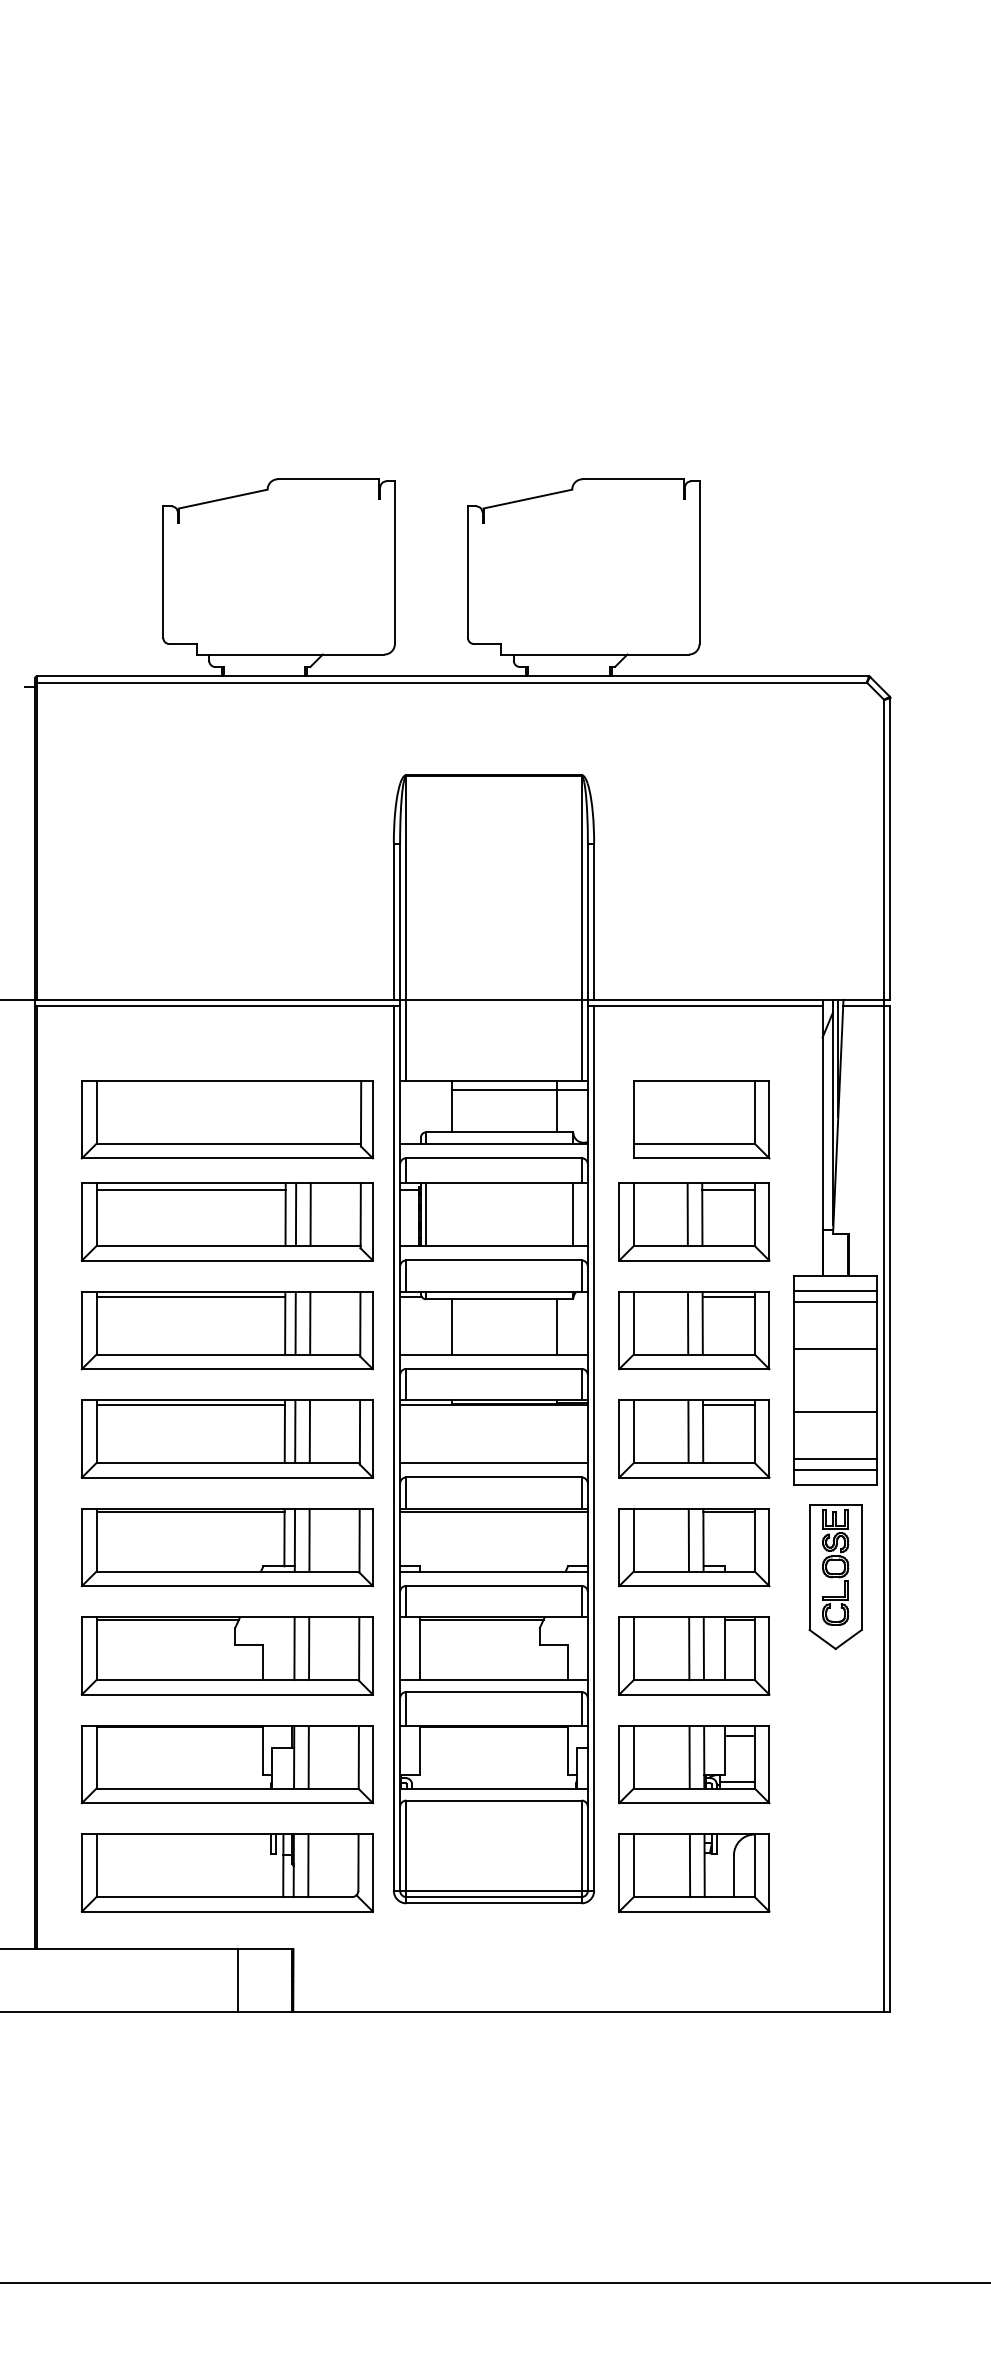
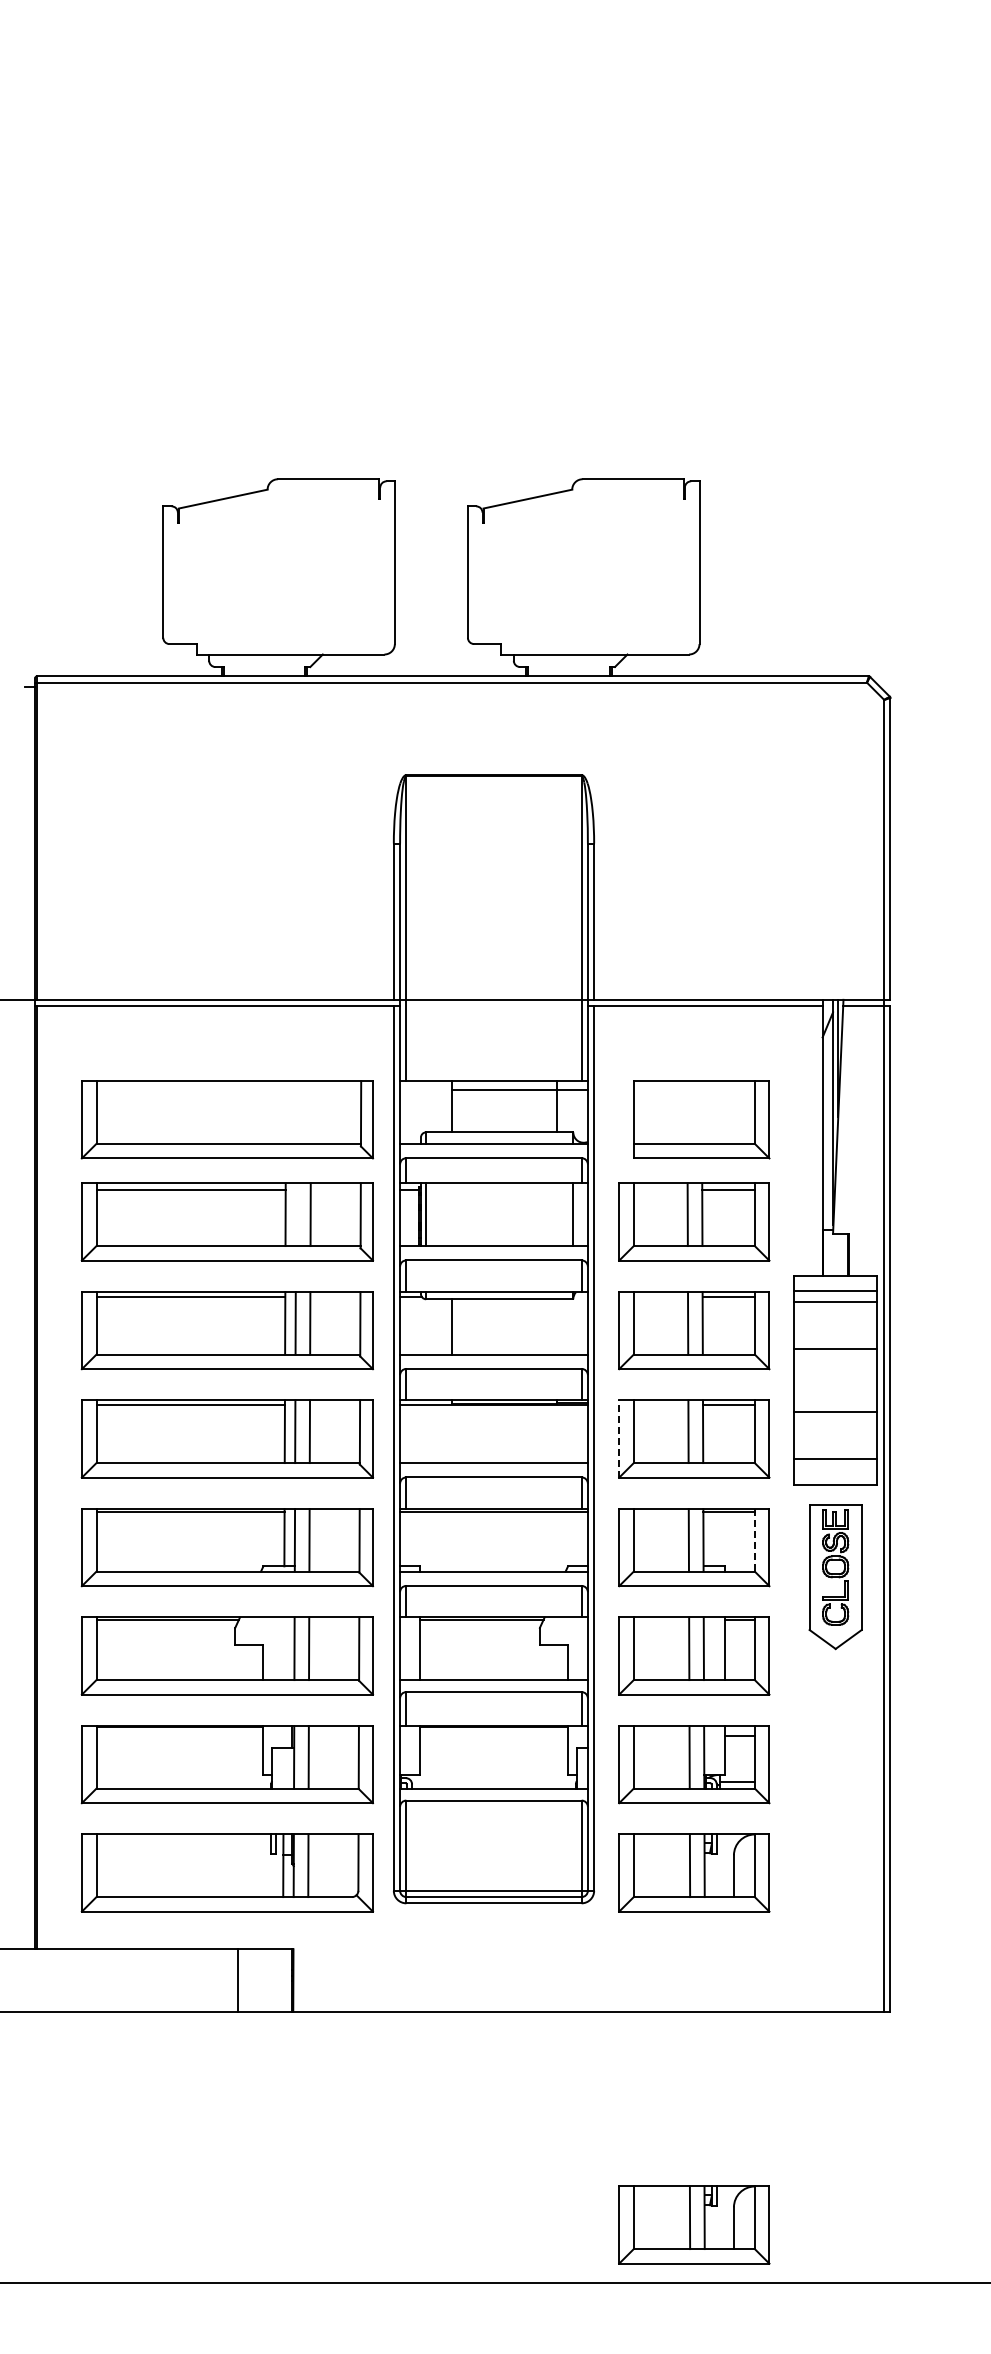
line at (295, 1214): present -> none
line at (556, 1326): present -> none
line at (619, 1439): solid -> dashed
line at (835, 1470): present -> none
line at (754, 1540): solid -> dashed
part at (694, 2224): none -> present
